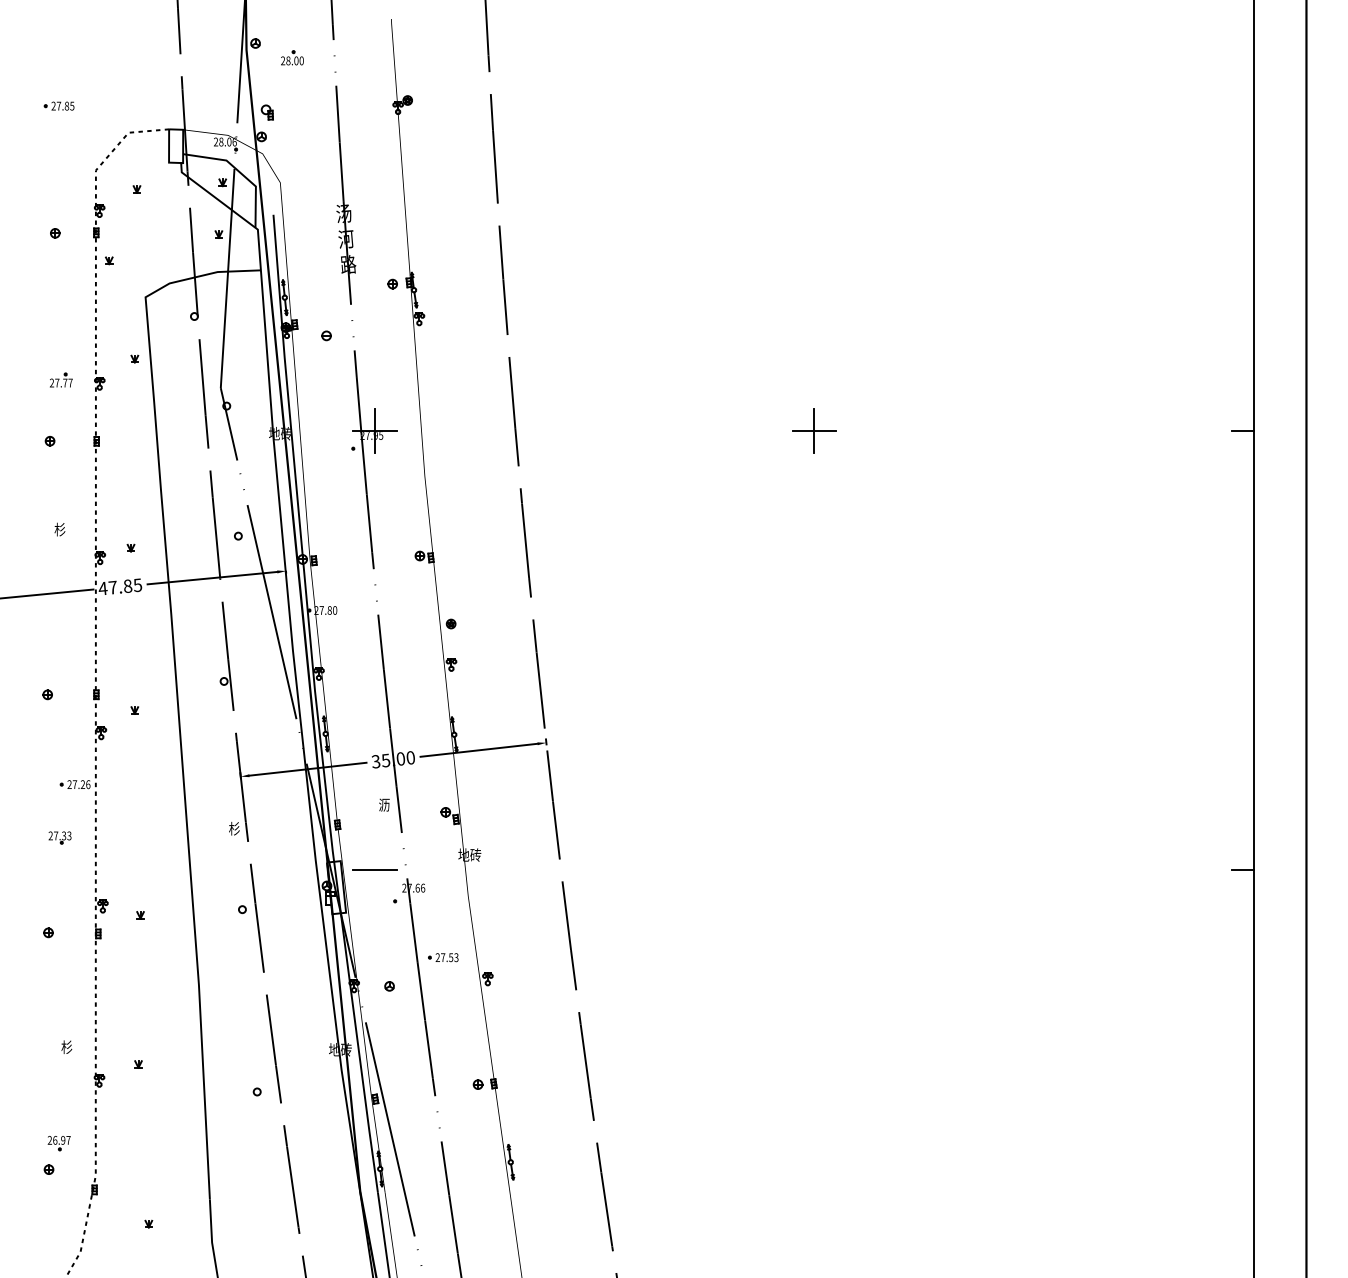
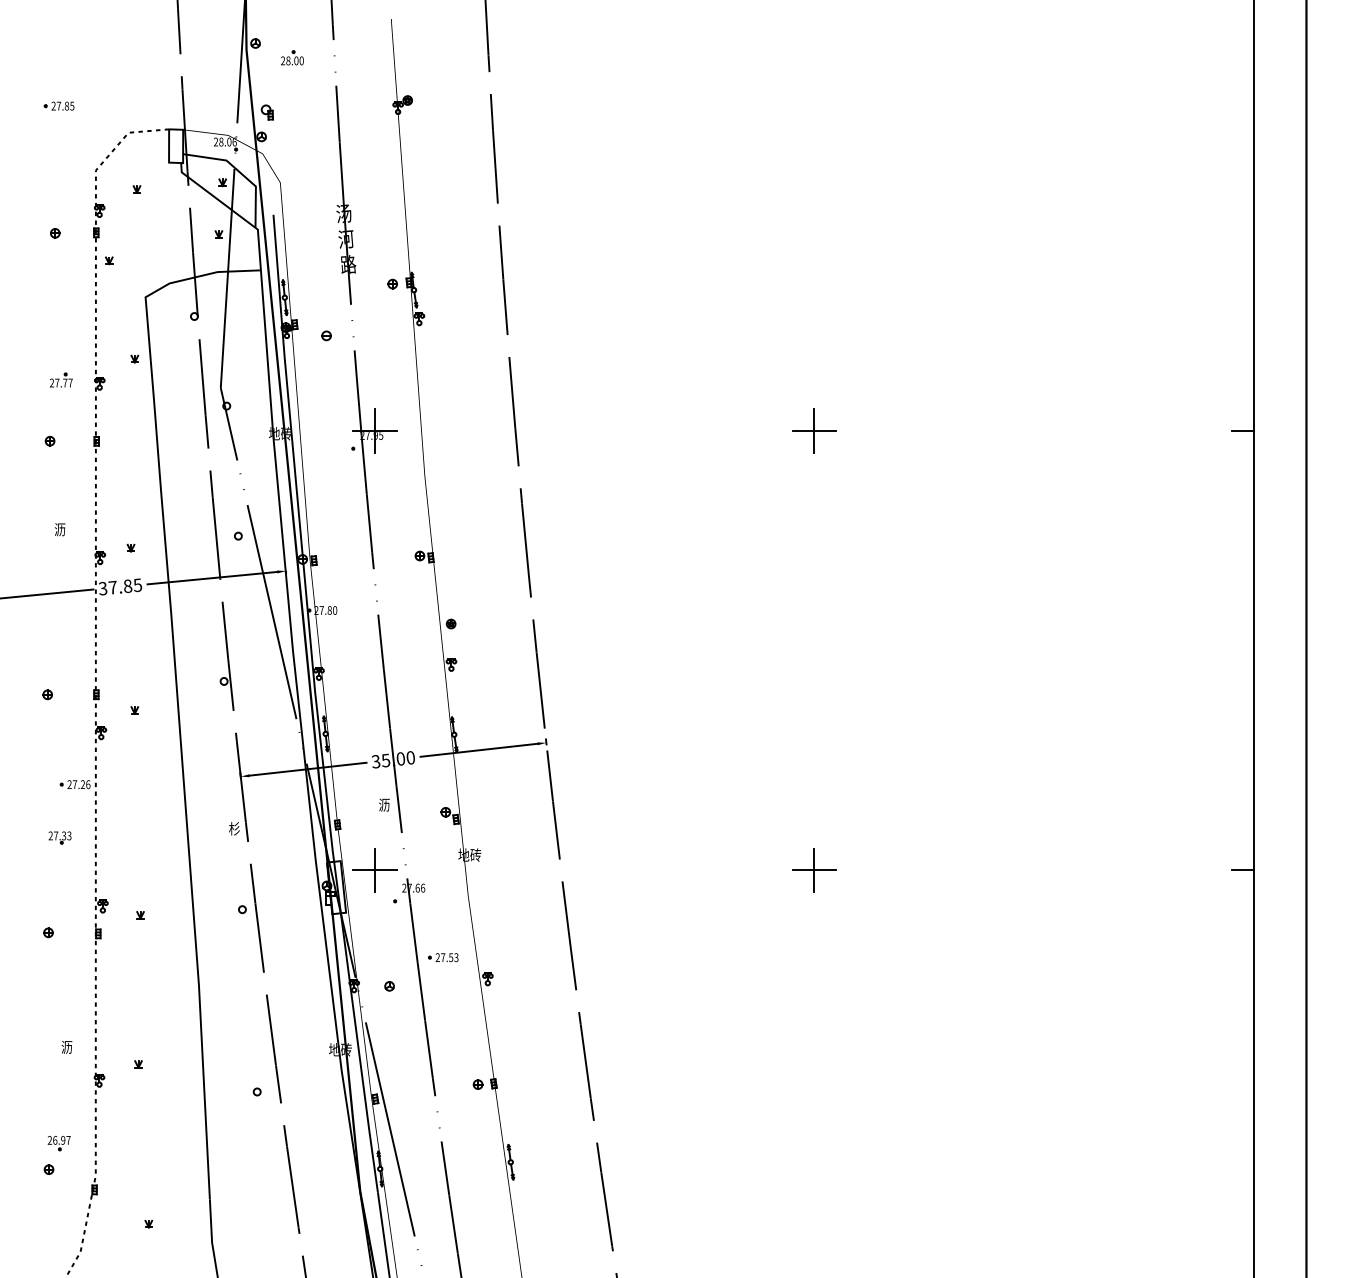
text at (59, 529): 杉 -> 沥
text at (102, 588): 47.85 -> 37.85
line at (375, 870): none -> present
part at (814, 870): none -> present
text at (66, 1046): 杉 -> 沥
